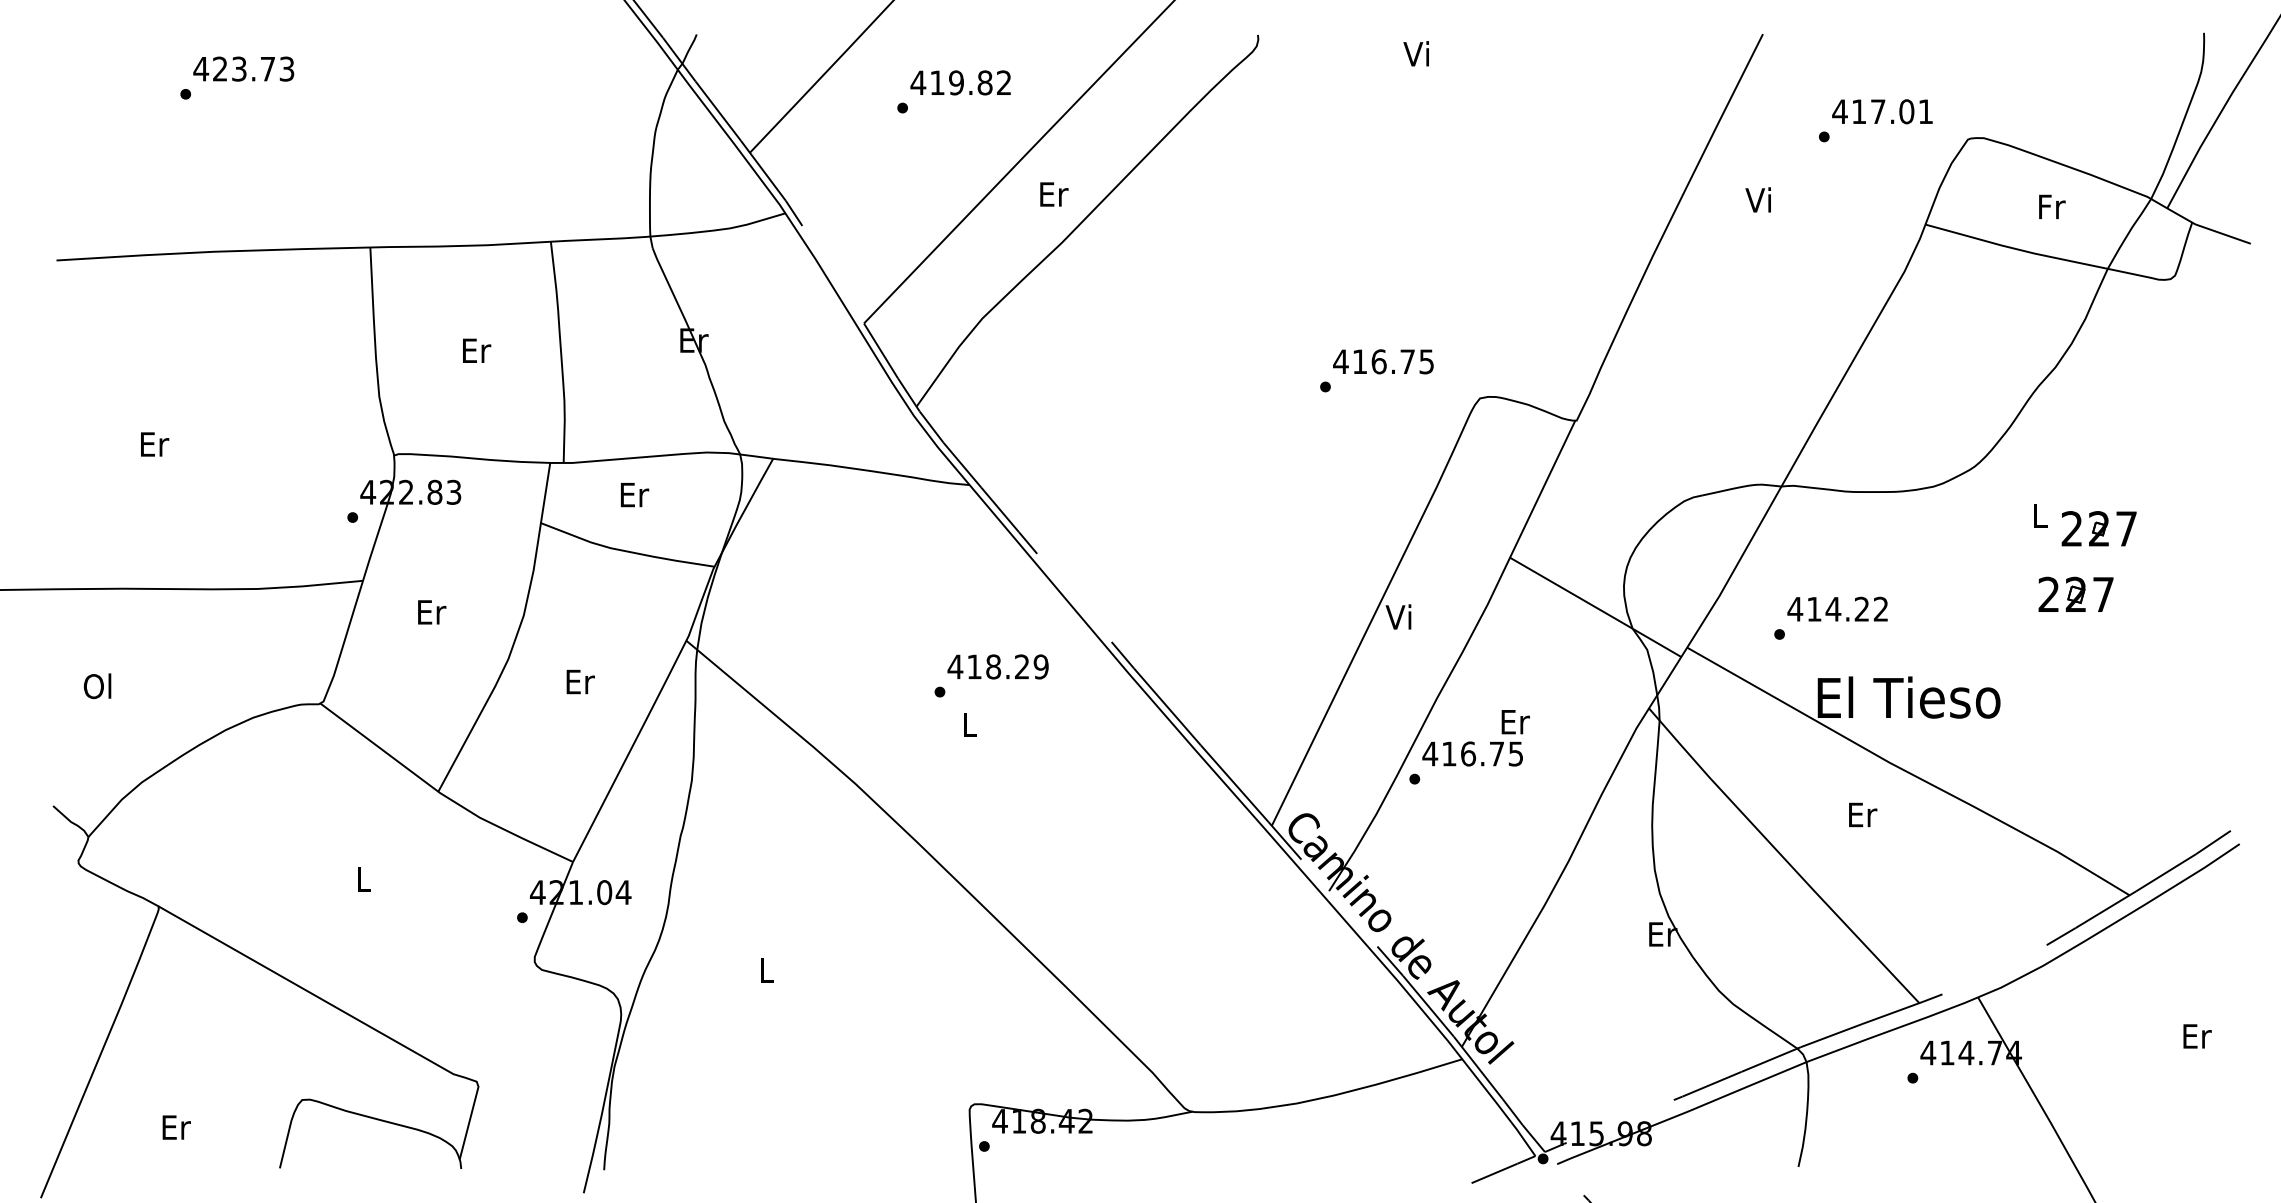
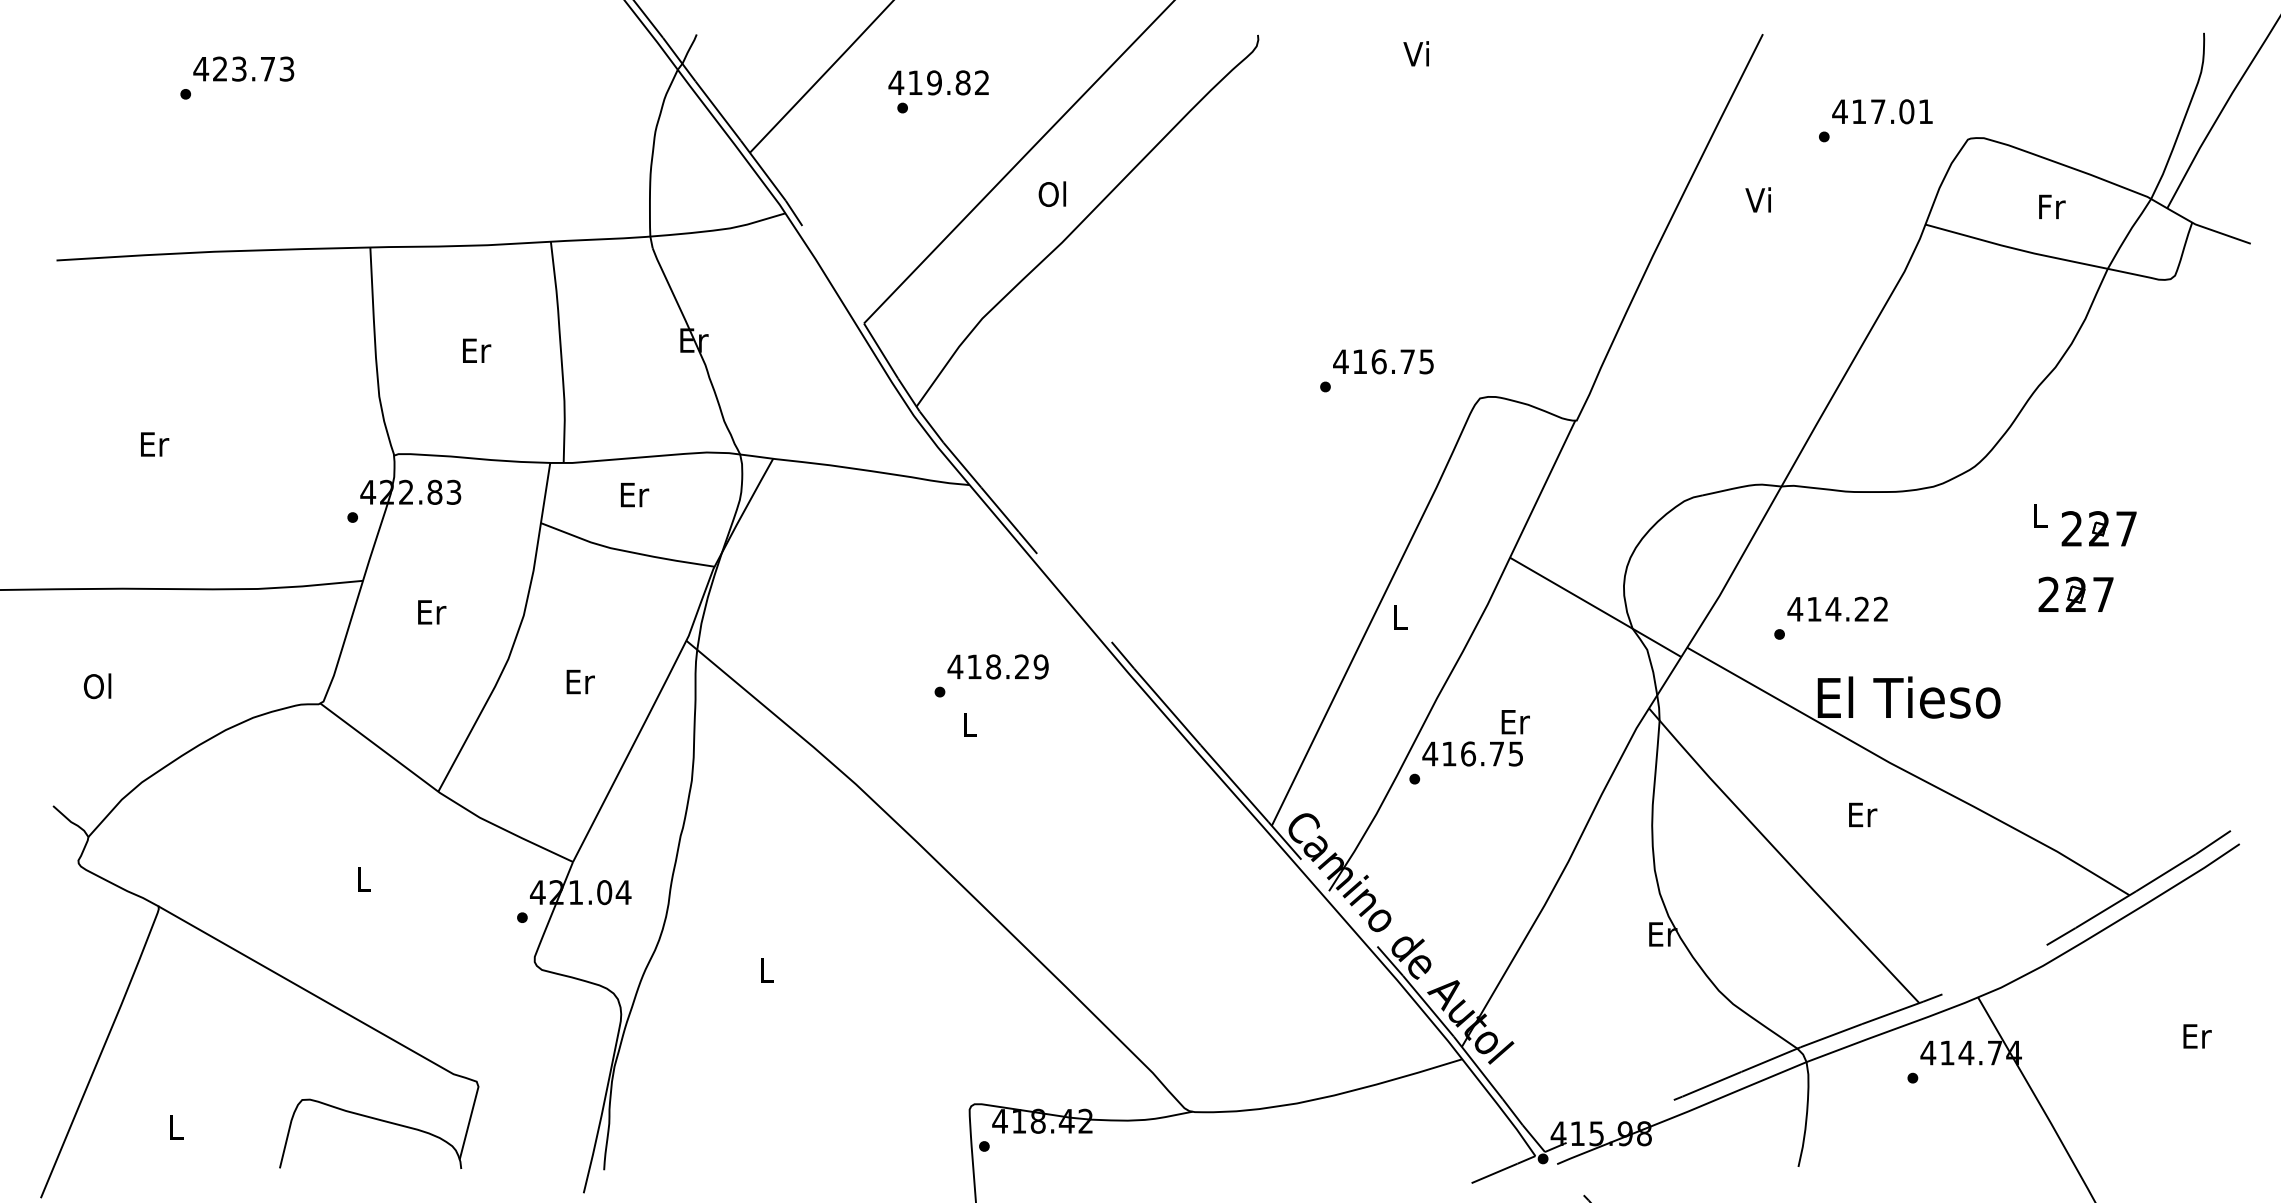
text at (960, 82) position: (960, 82) -> (938, 82)
text at (1053, 193): Er -> Ol
text at (1398, 616): Vi -> L
text at (176, 1127): Er -> L
